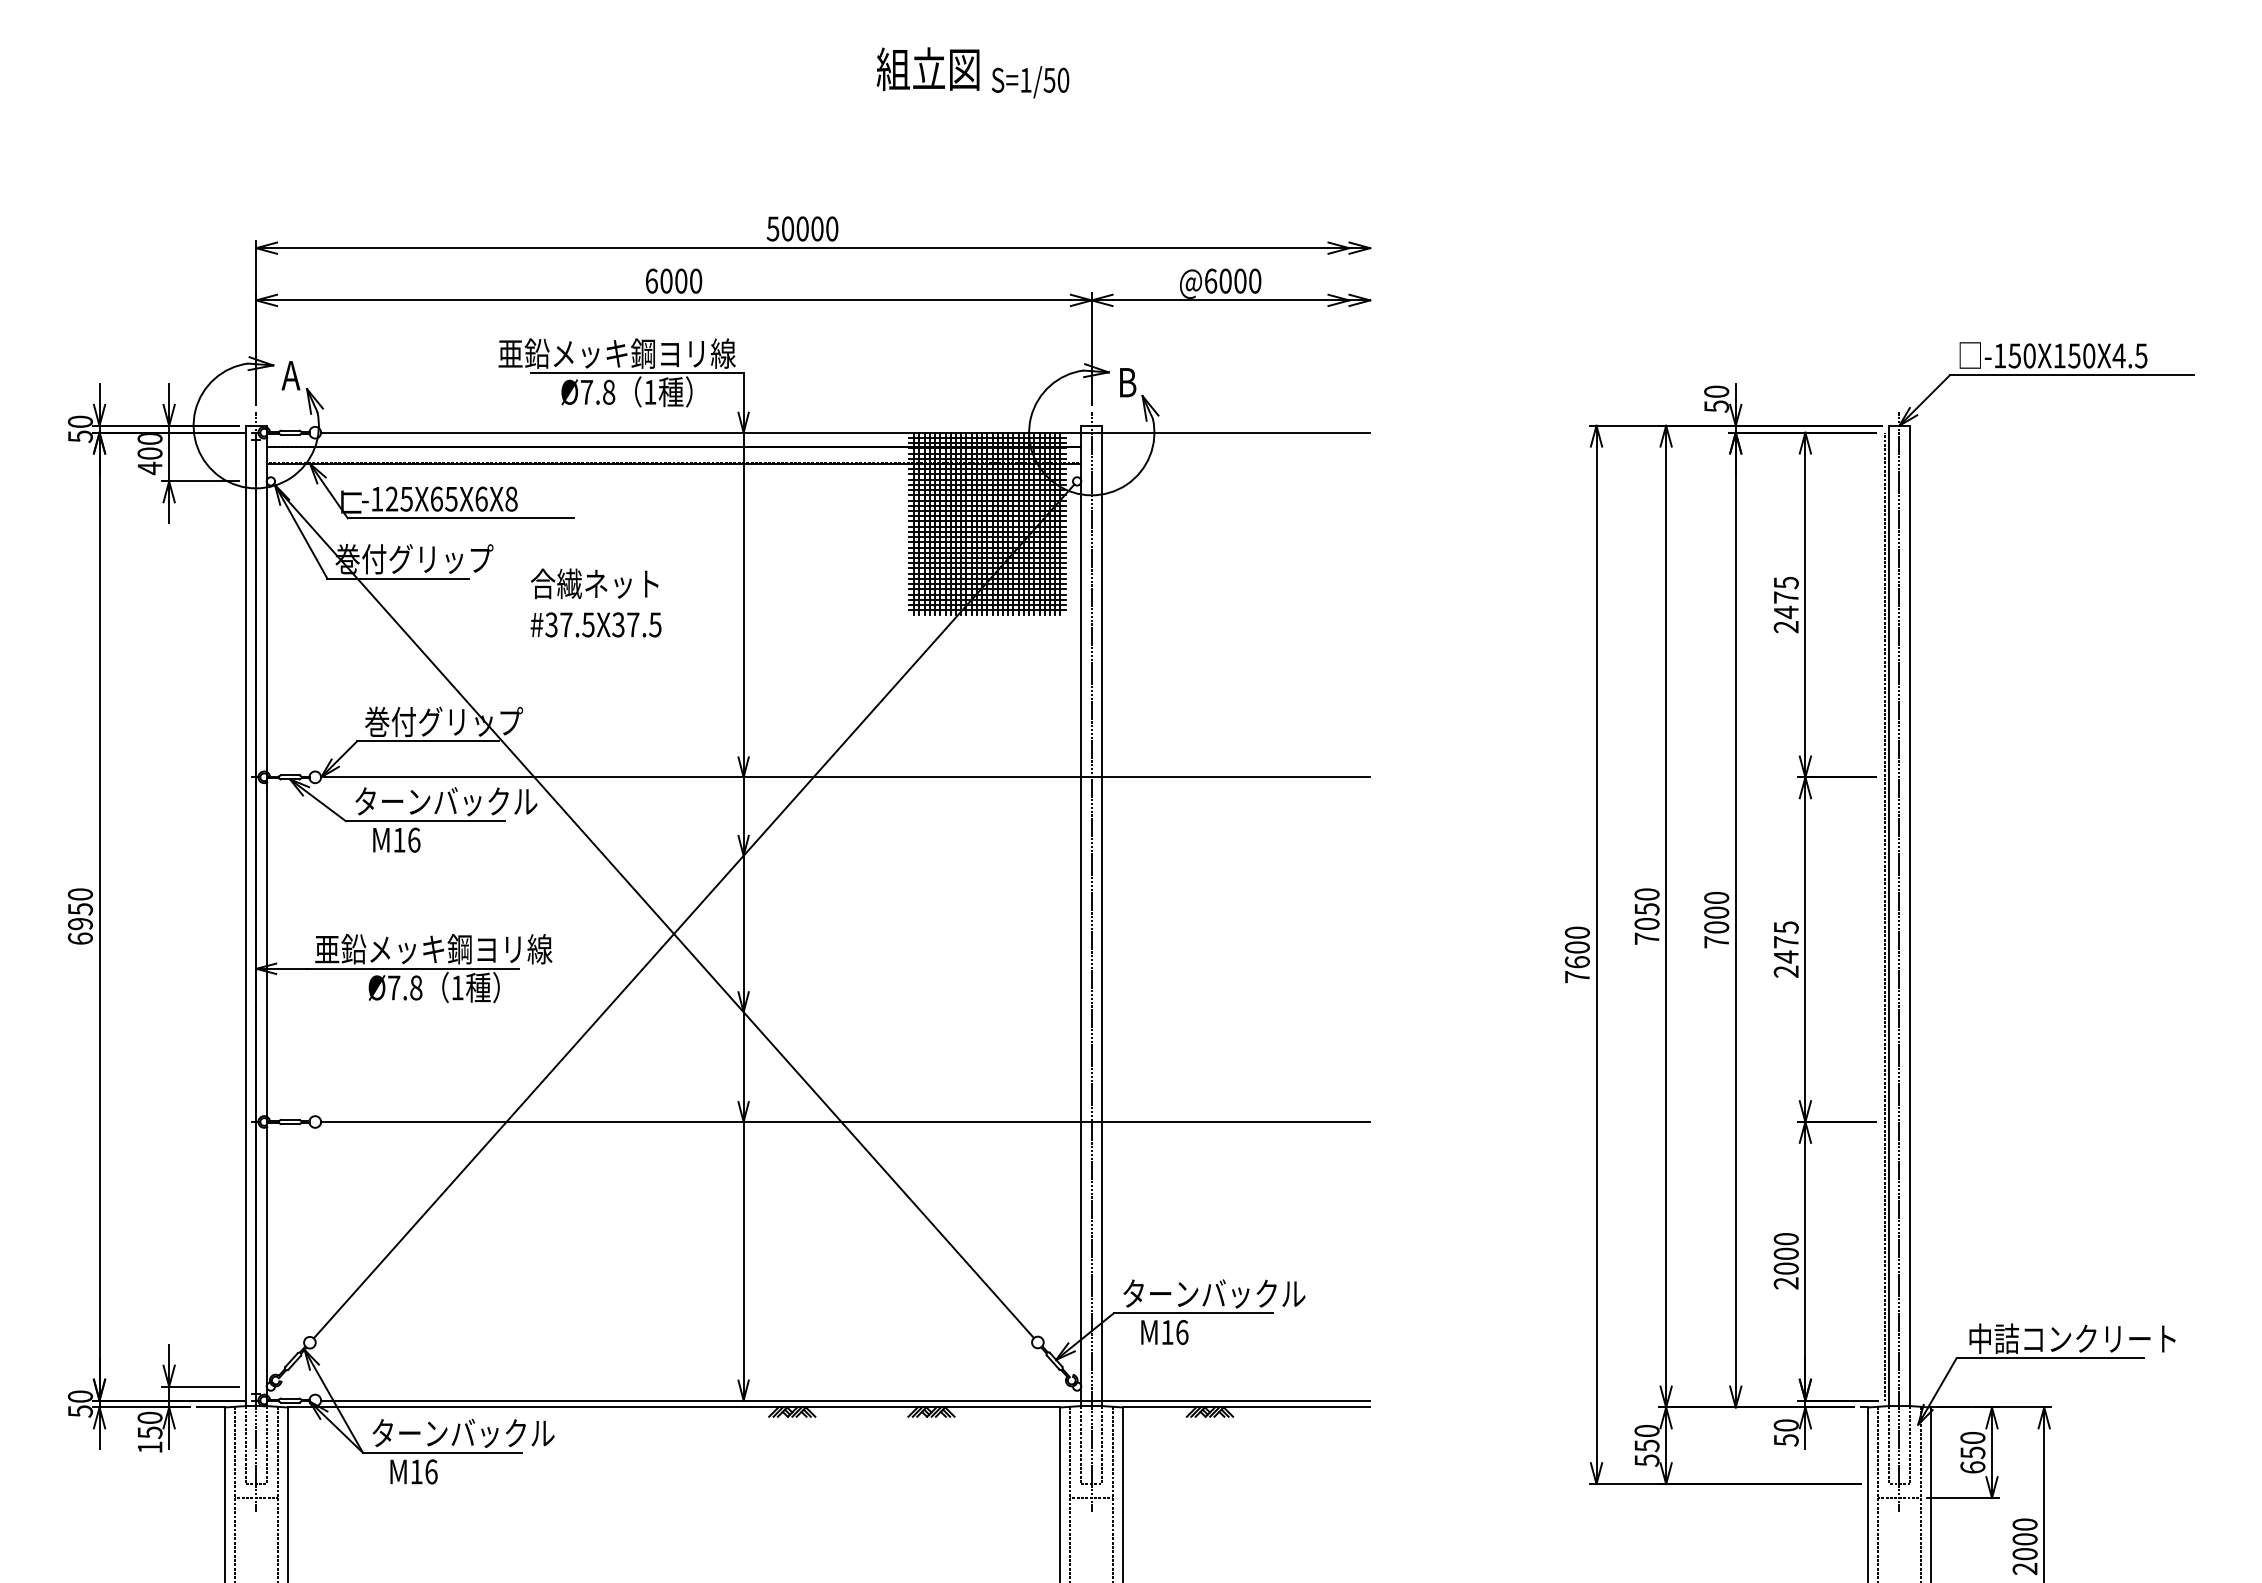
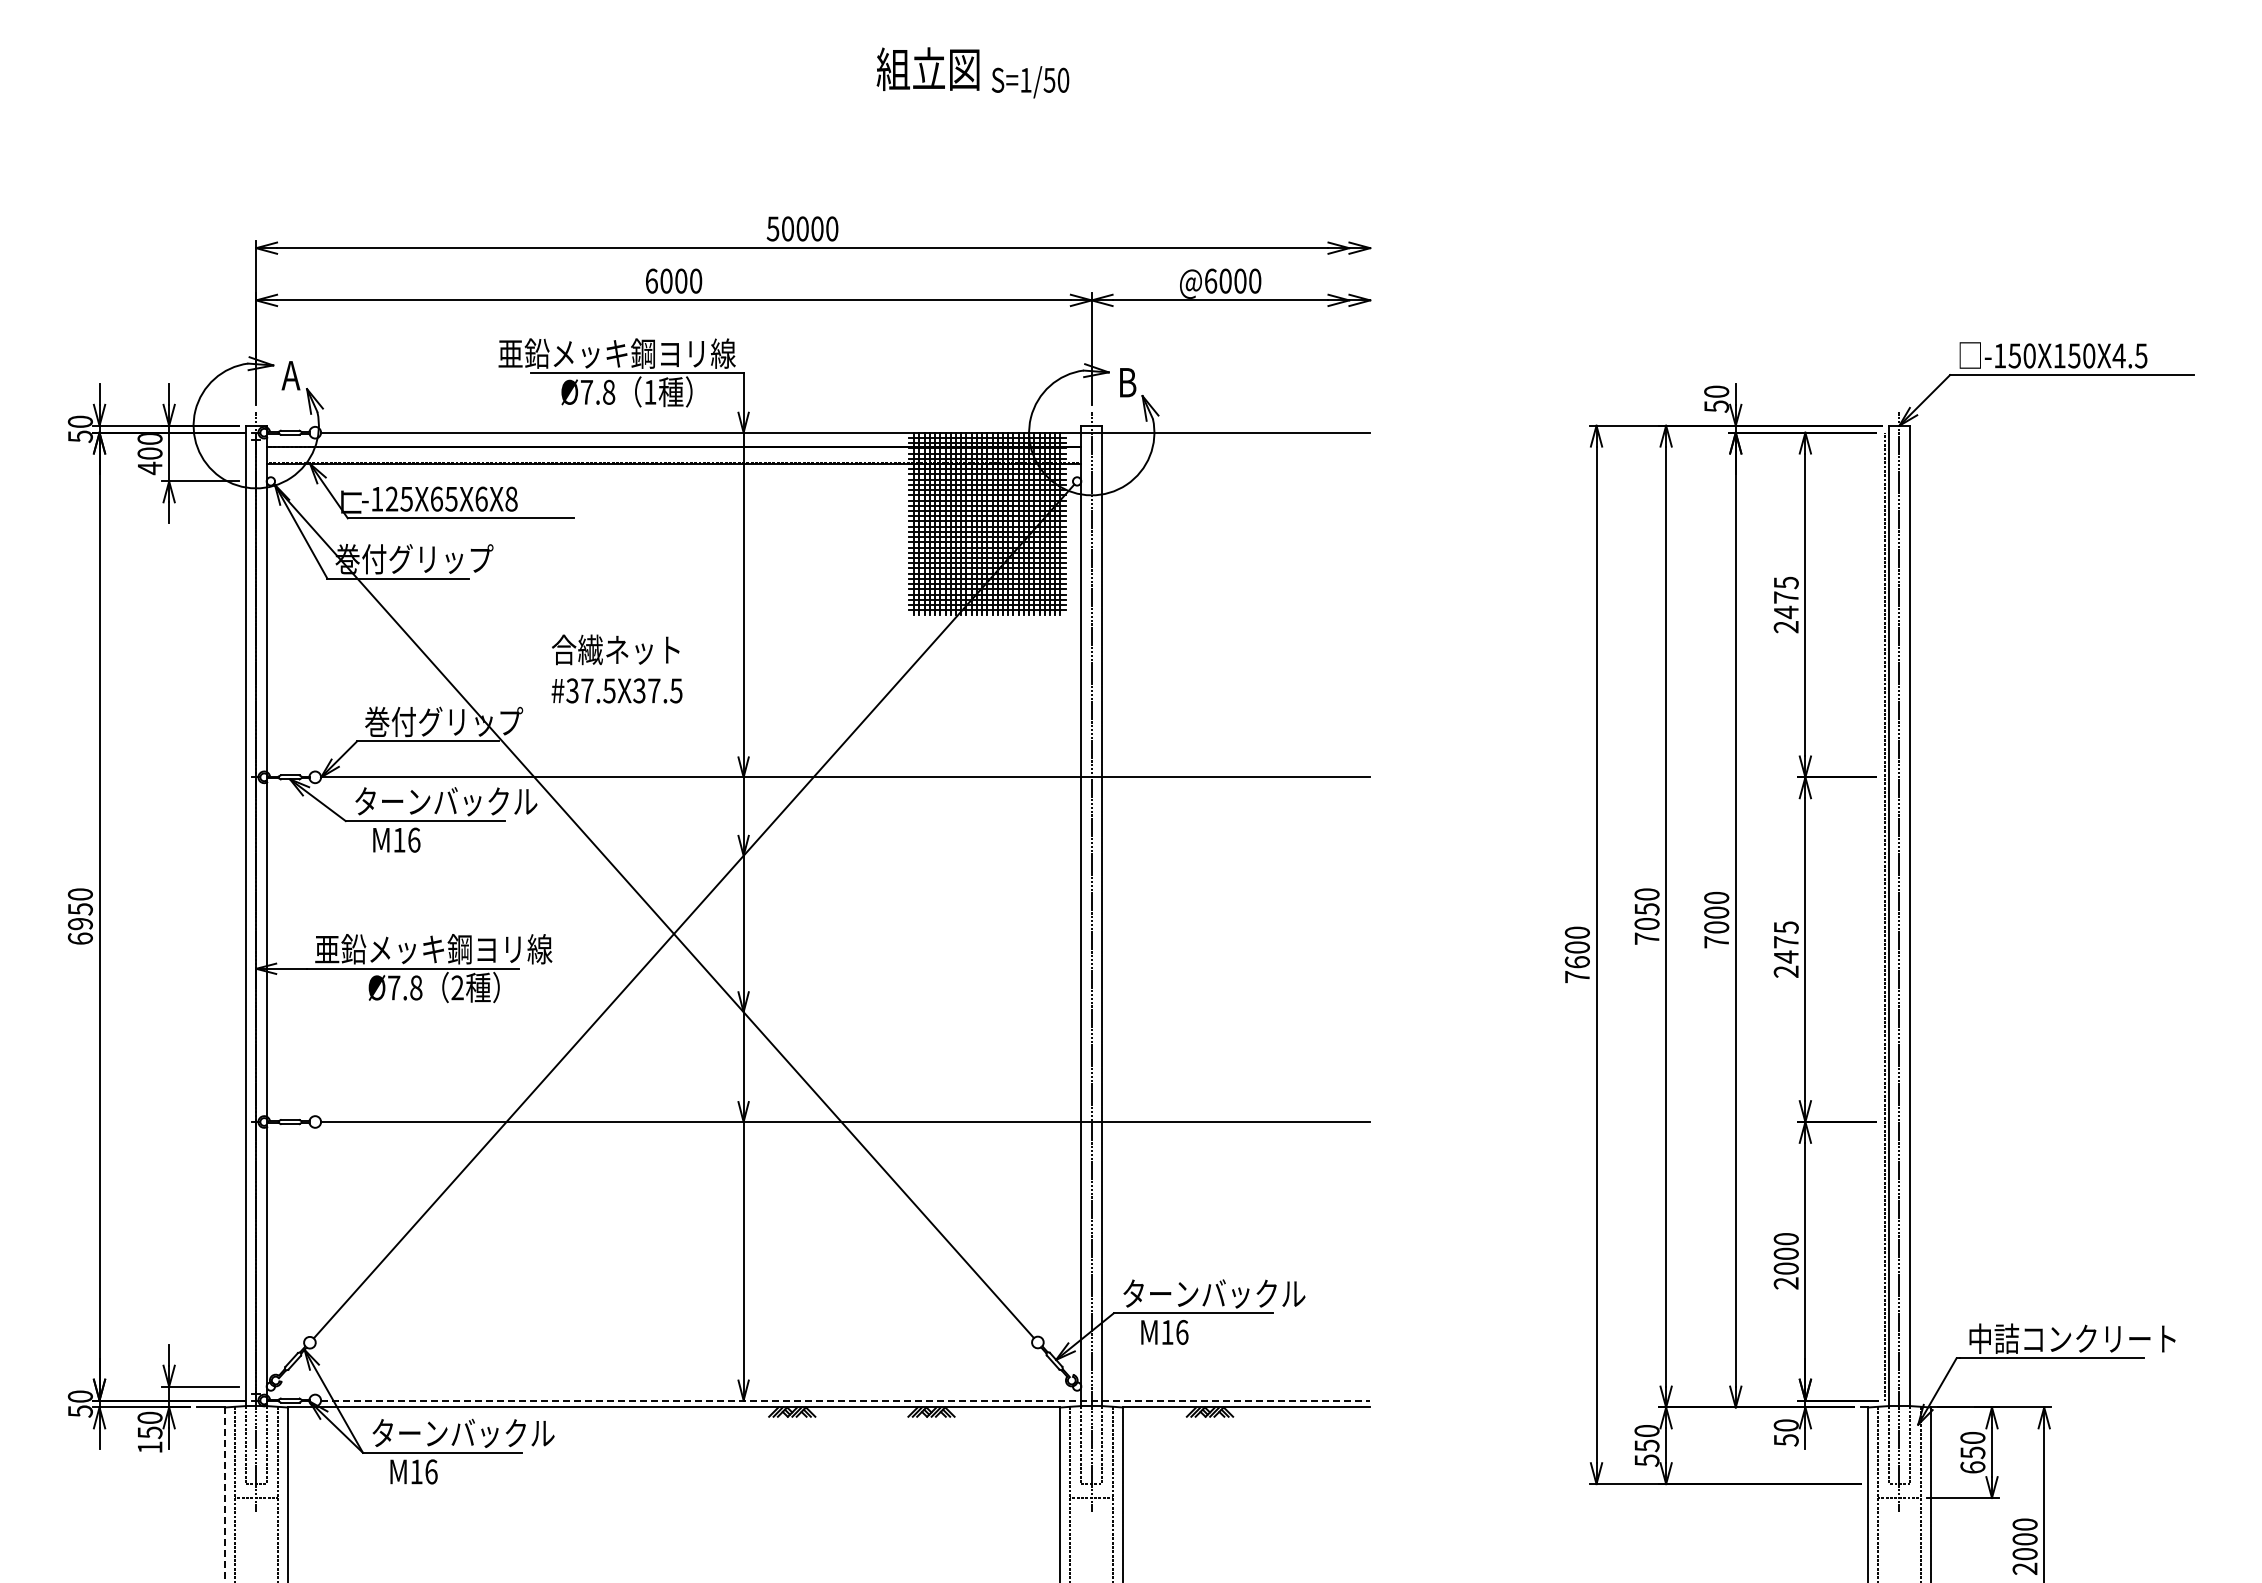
text at (595, 602) position: (595, 602) -> (616, 668)
text at (457, 987): 1 -> 2
line at (845, 1400): solid -> dashed
line at (224, 1495): solid -> dashed
